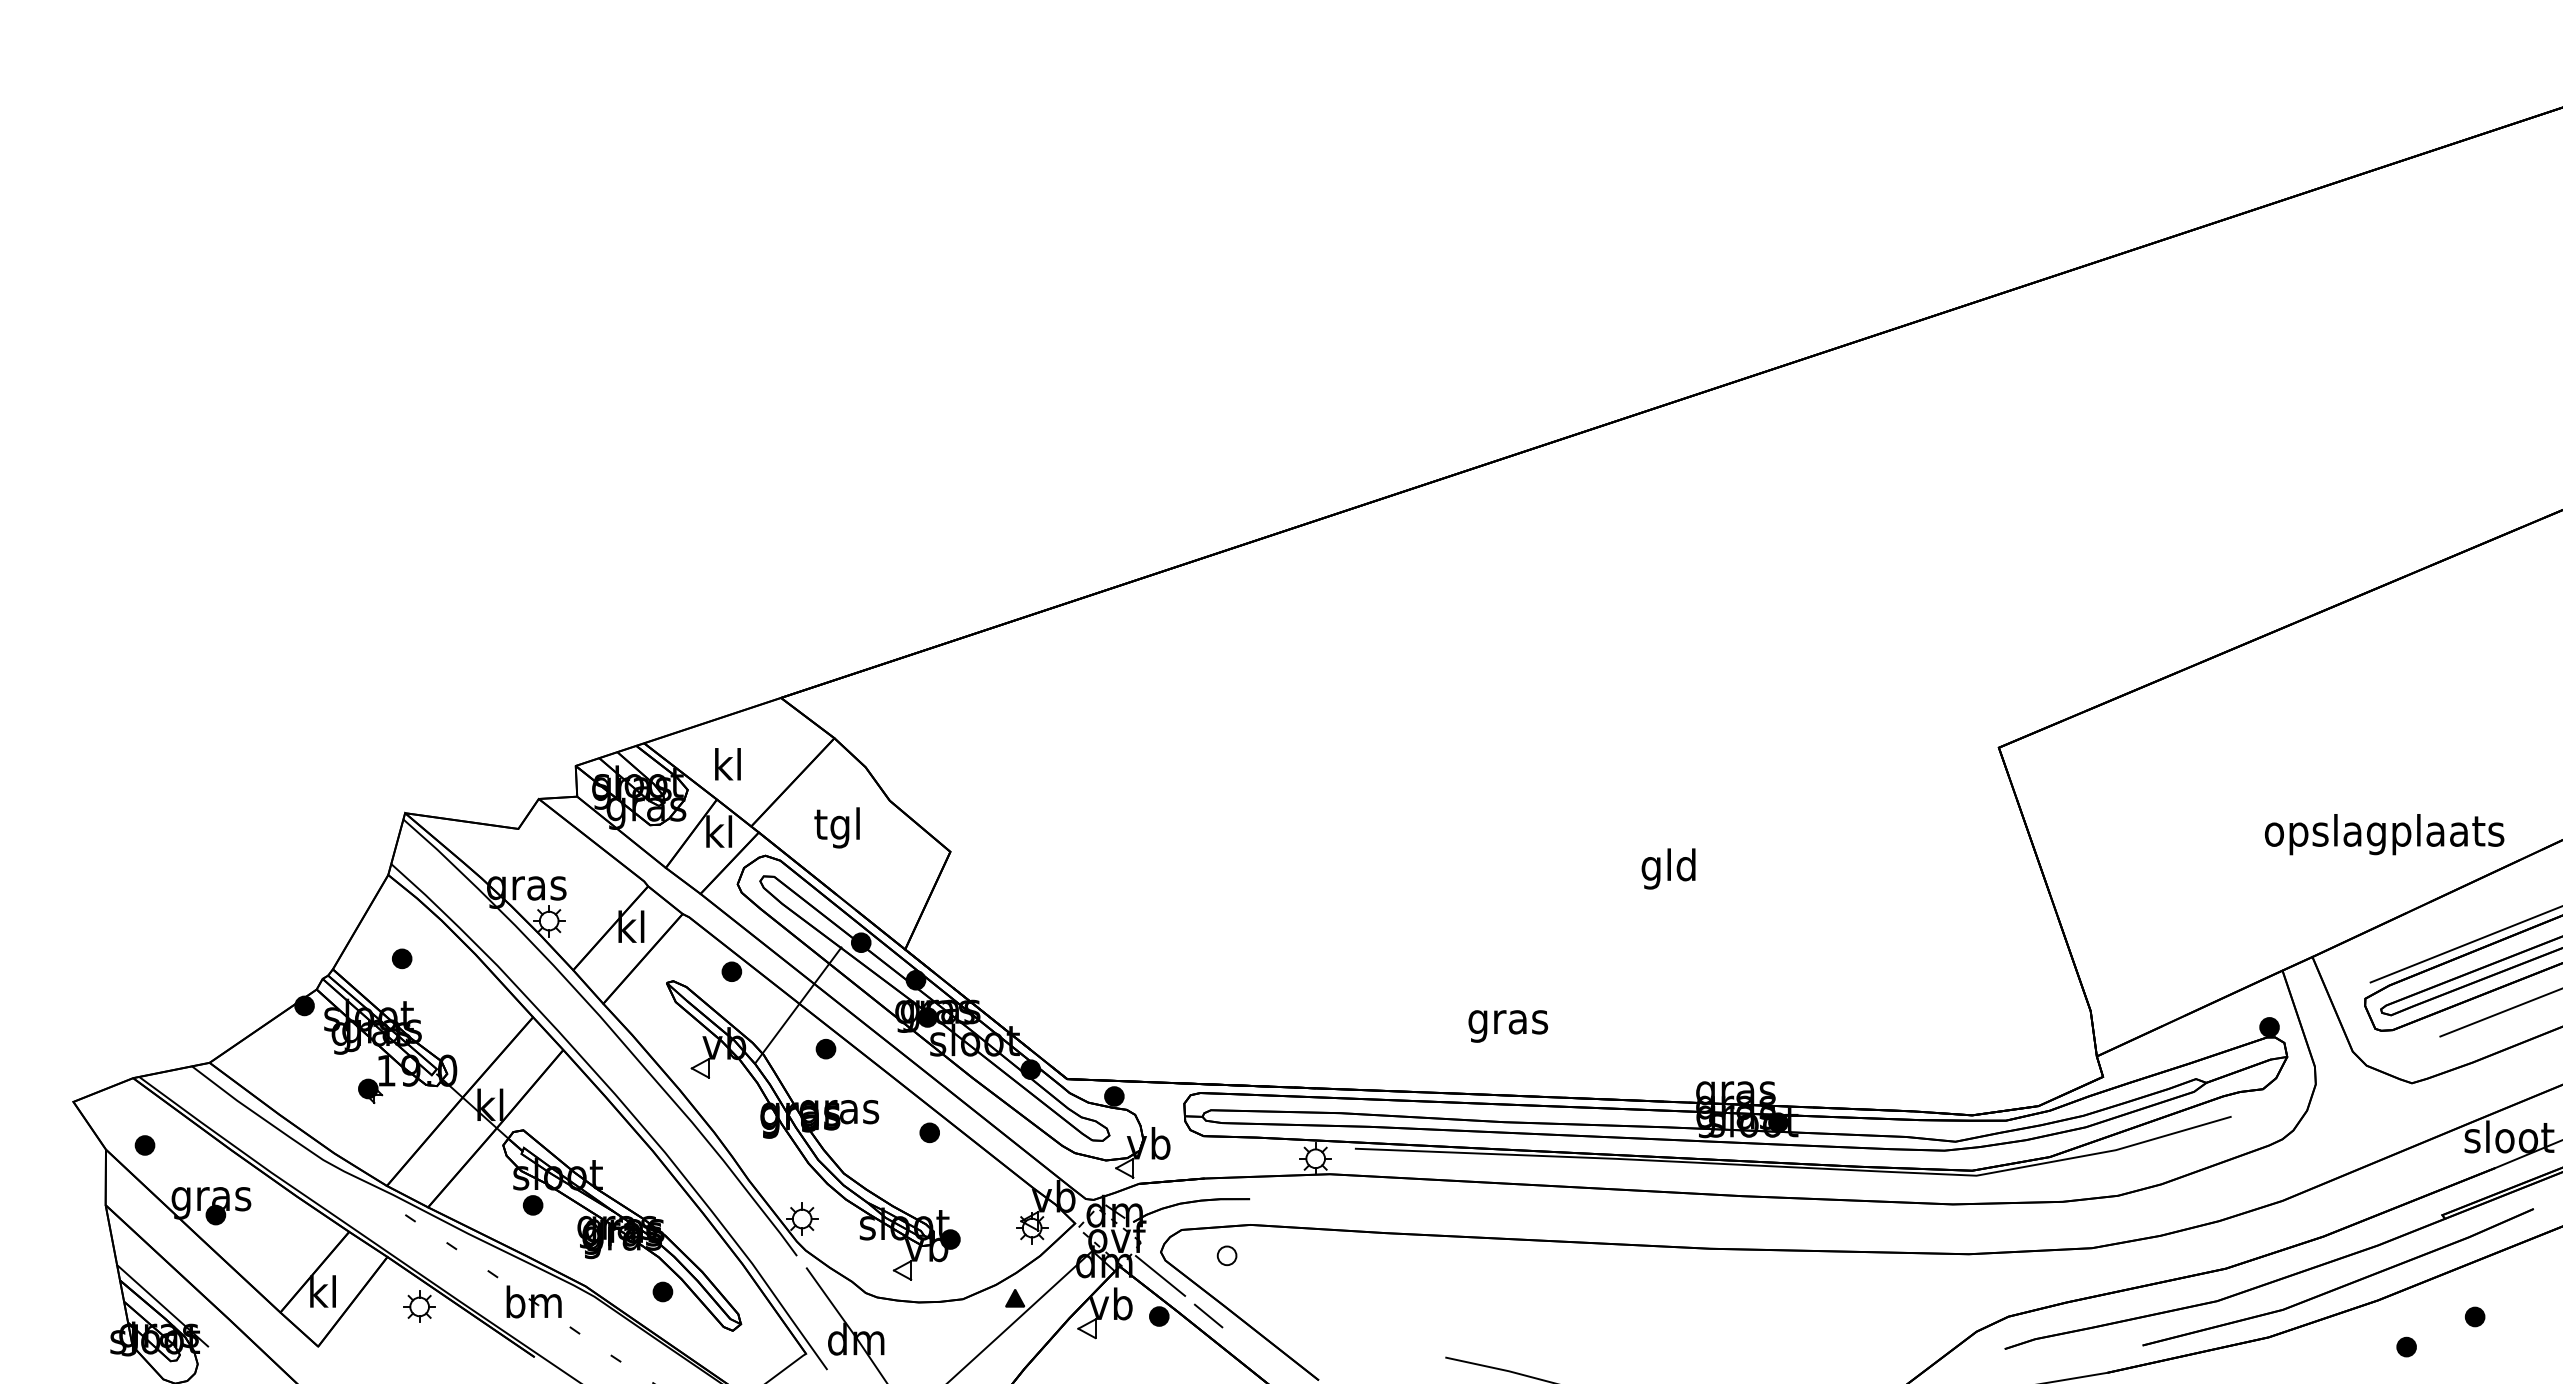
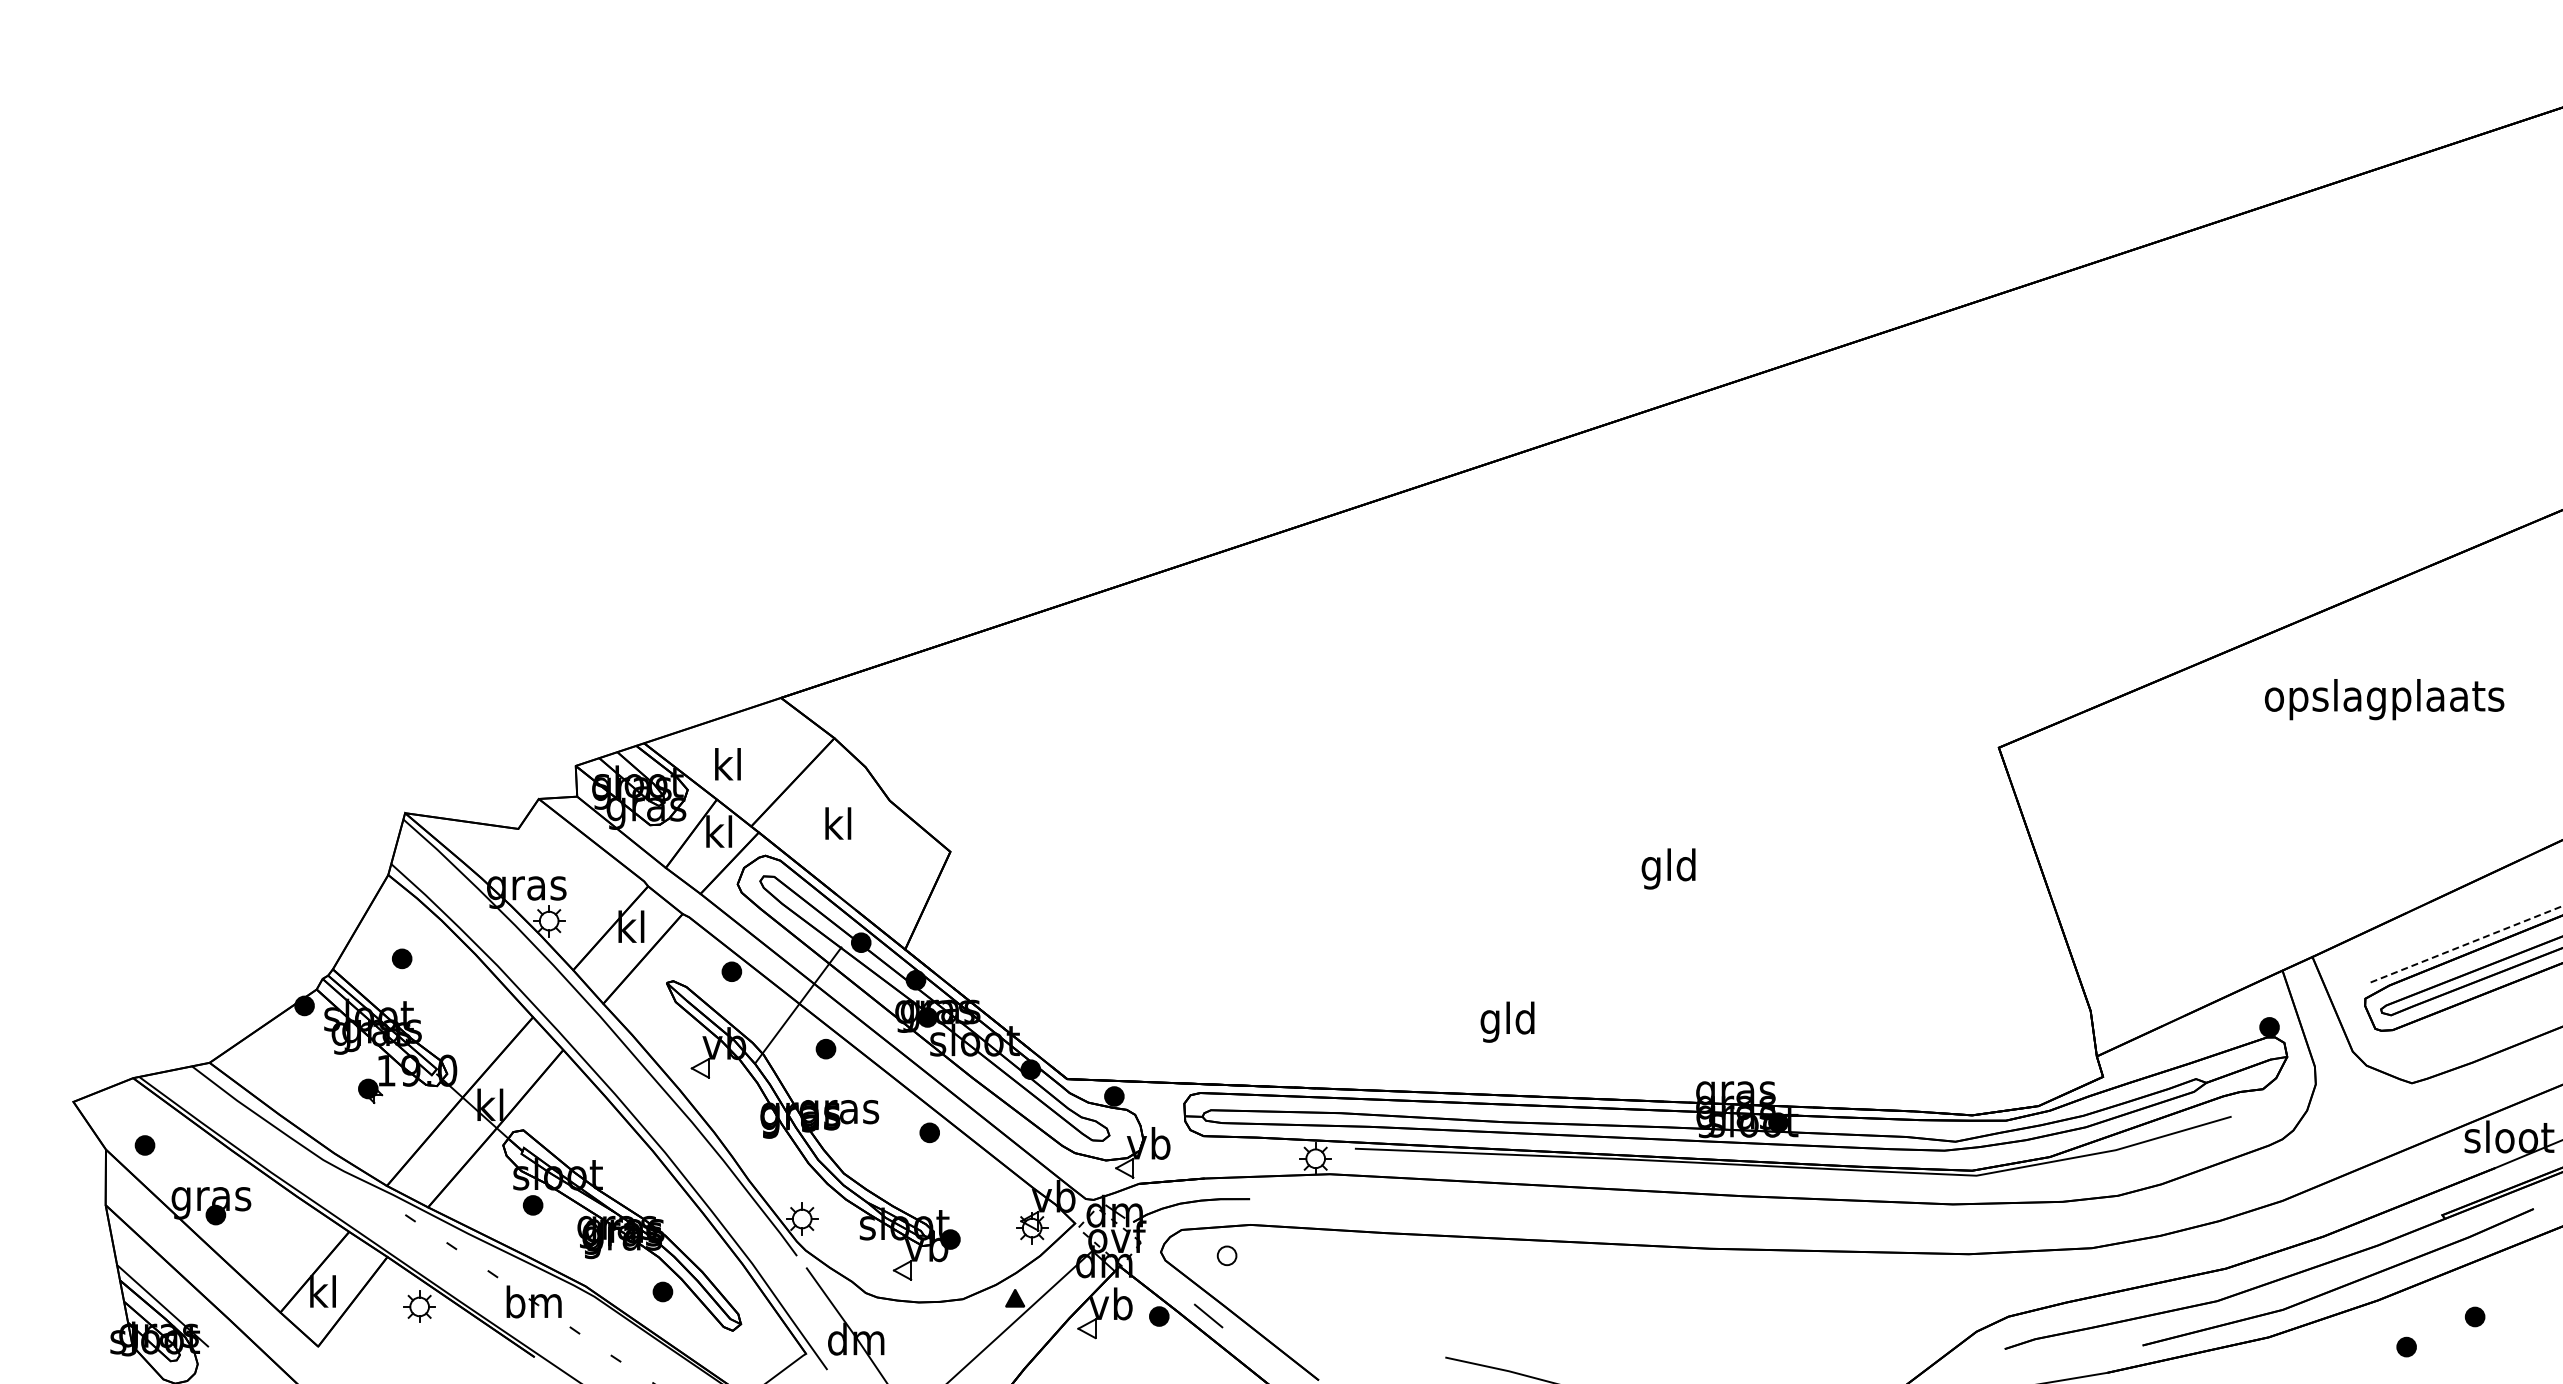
text at (836, 827): tgl -> kl
text at (2384, 834) position: (2384, 834) -> (2384, 699)
line at (2467, 944): solid -> dashed
line at (2499, 1012): present -> none
text at (1508, 1021): gras -> gld
line at (1160, 1275): present -> none
